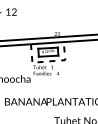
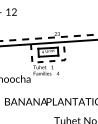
line at (48, 37): solid -> dashed
